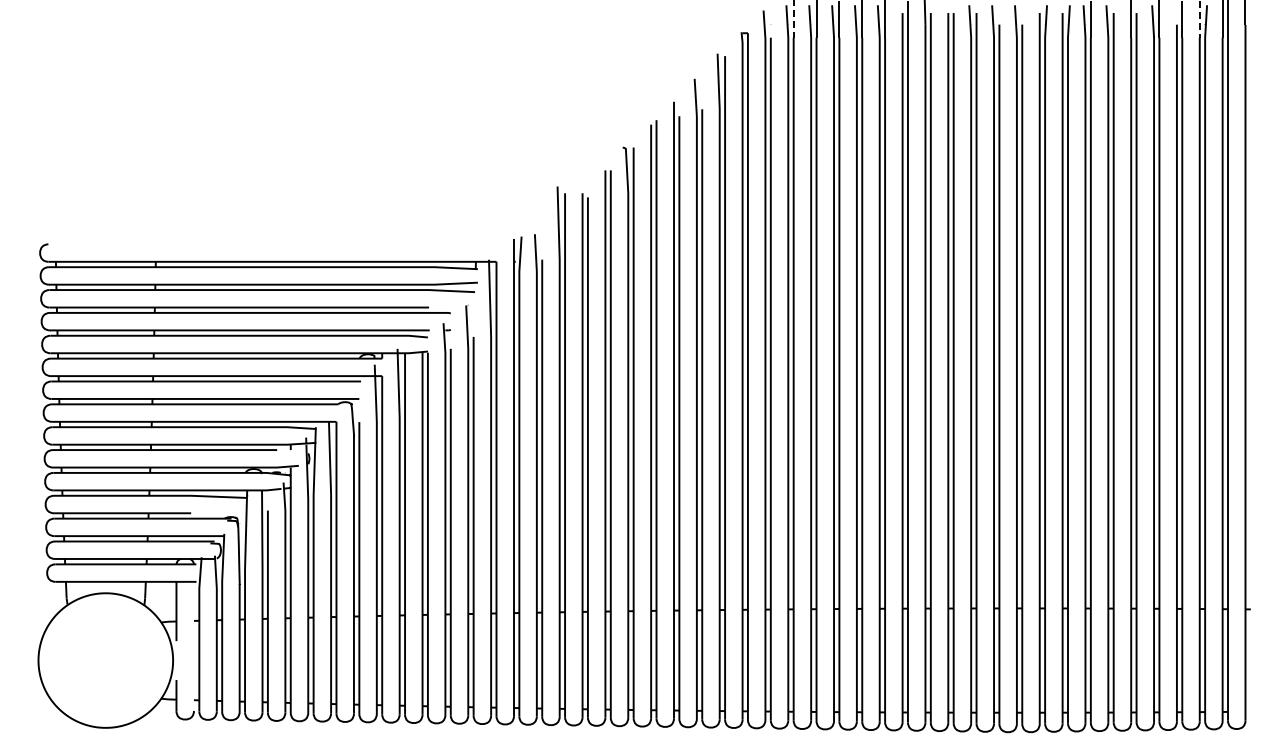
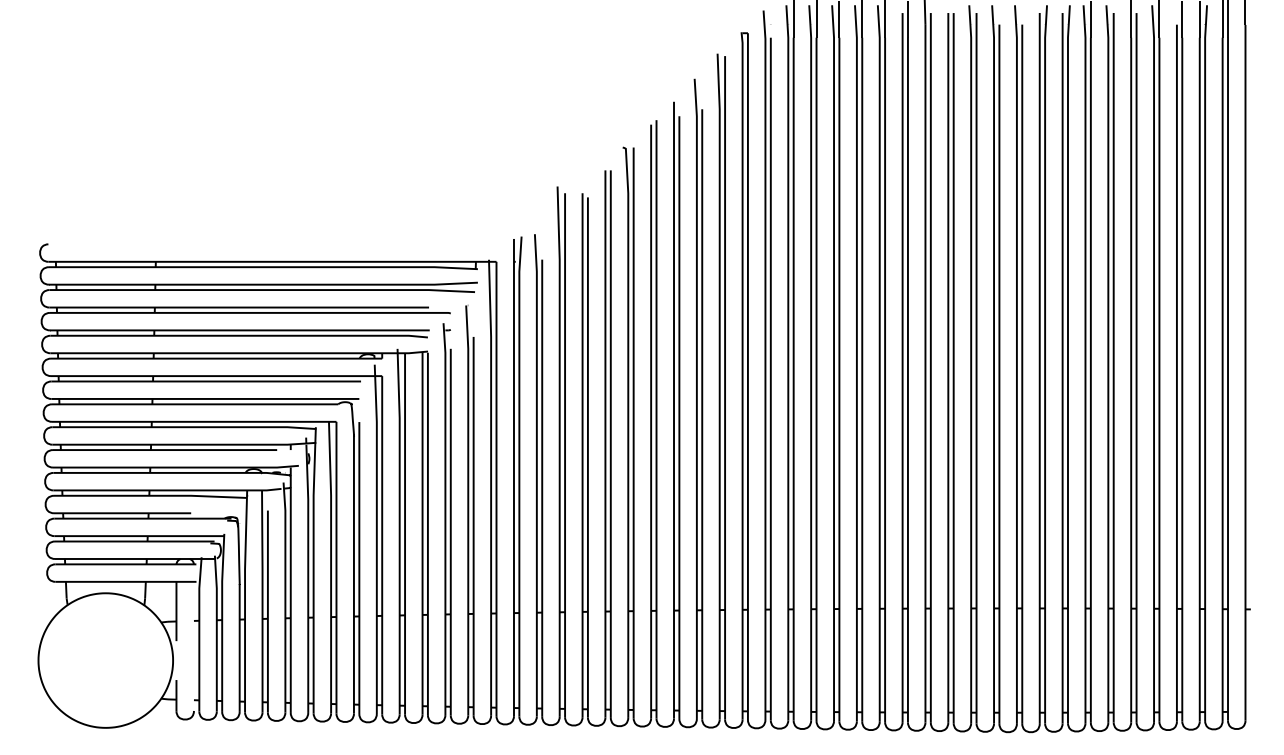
line at (793, 18): dashed -> solid
line at (1199, 19): dashed -> solid
